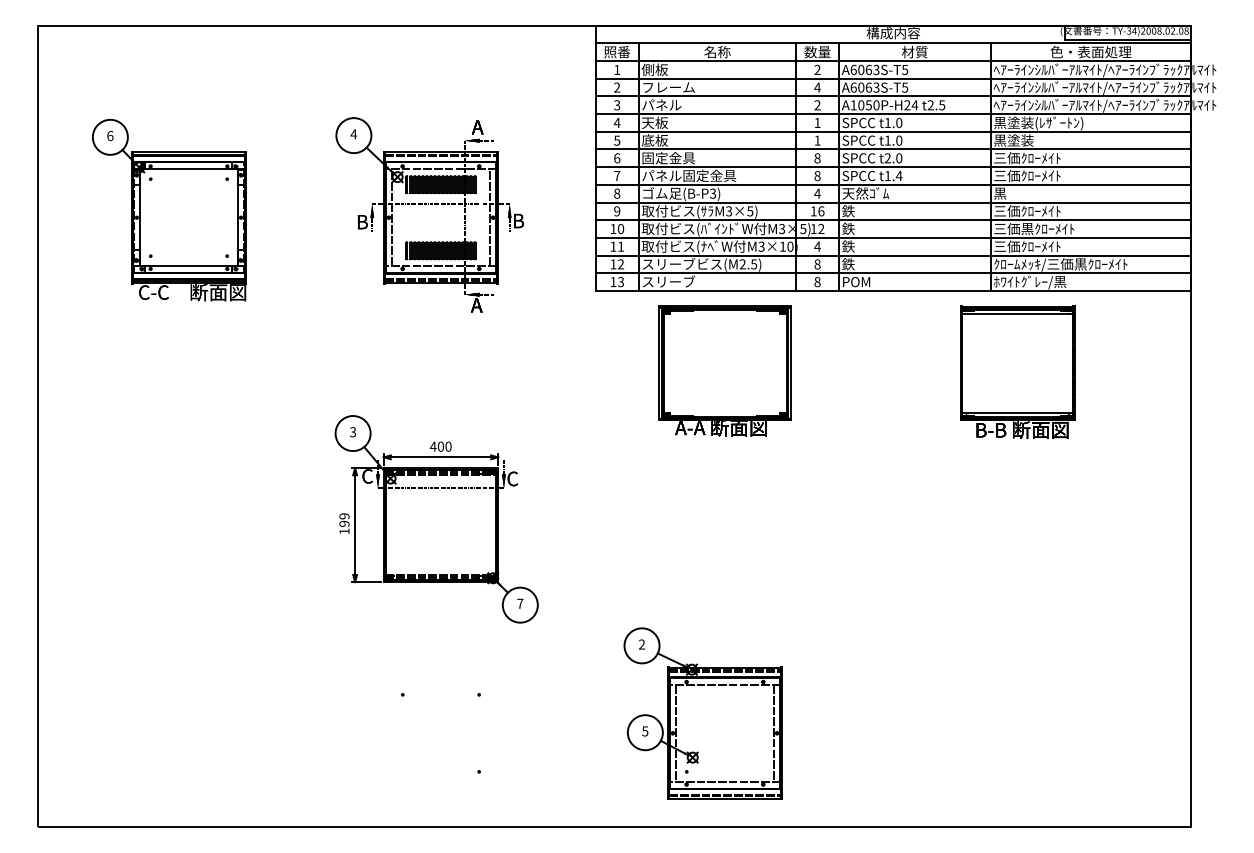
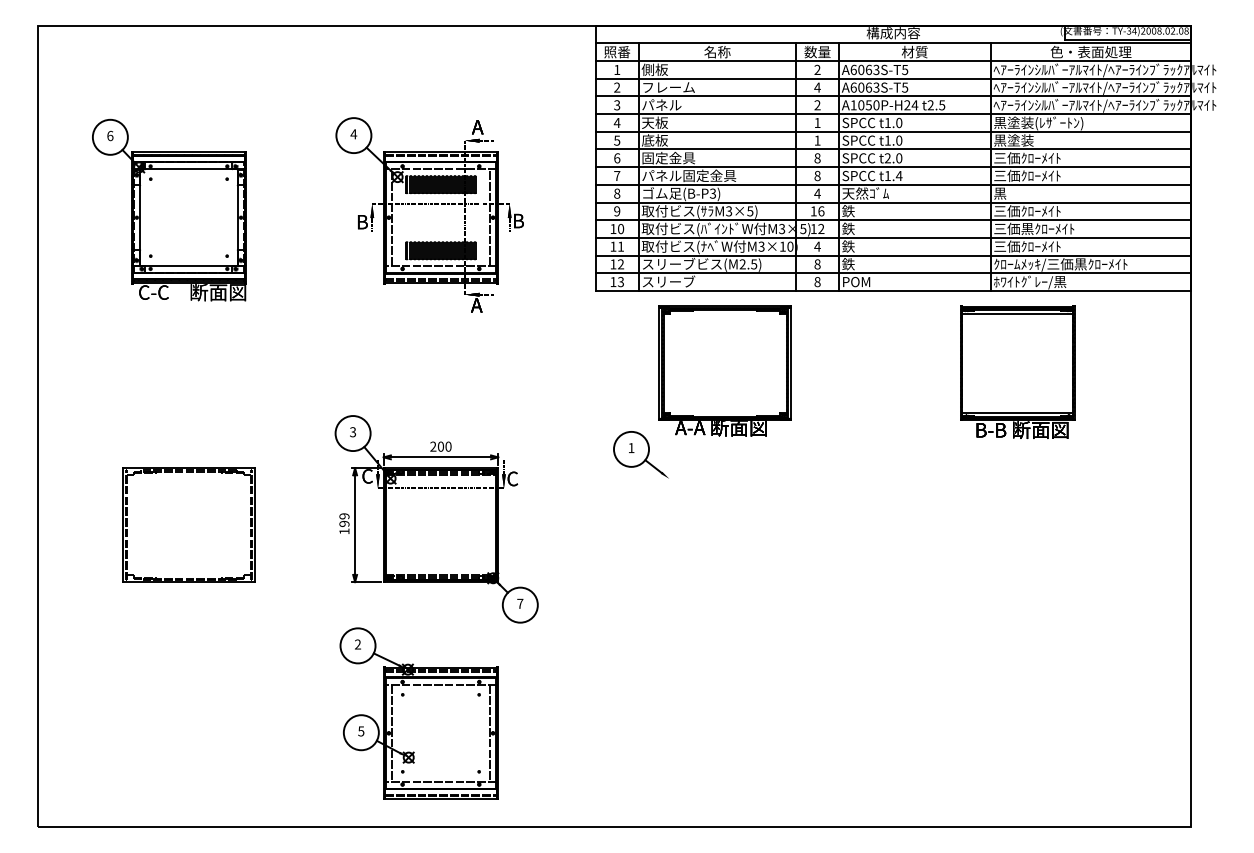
text at (432, 446): 400 -> 200
part at (640, 454): none -> present
part at (188, 524): none -> present
part at (702, 713) position: (702, 713) -> (418, 713)
